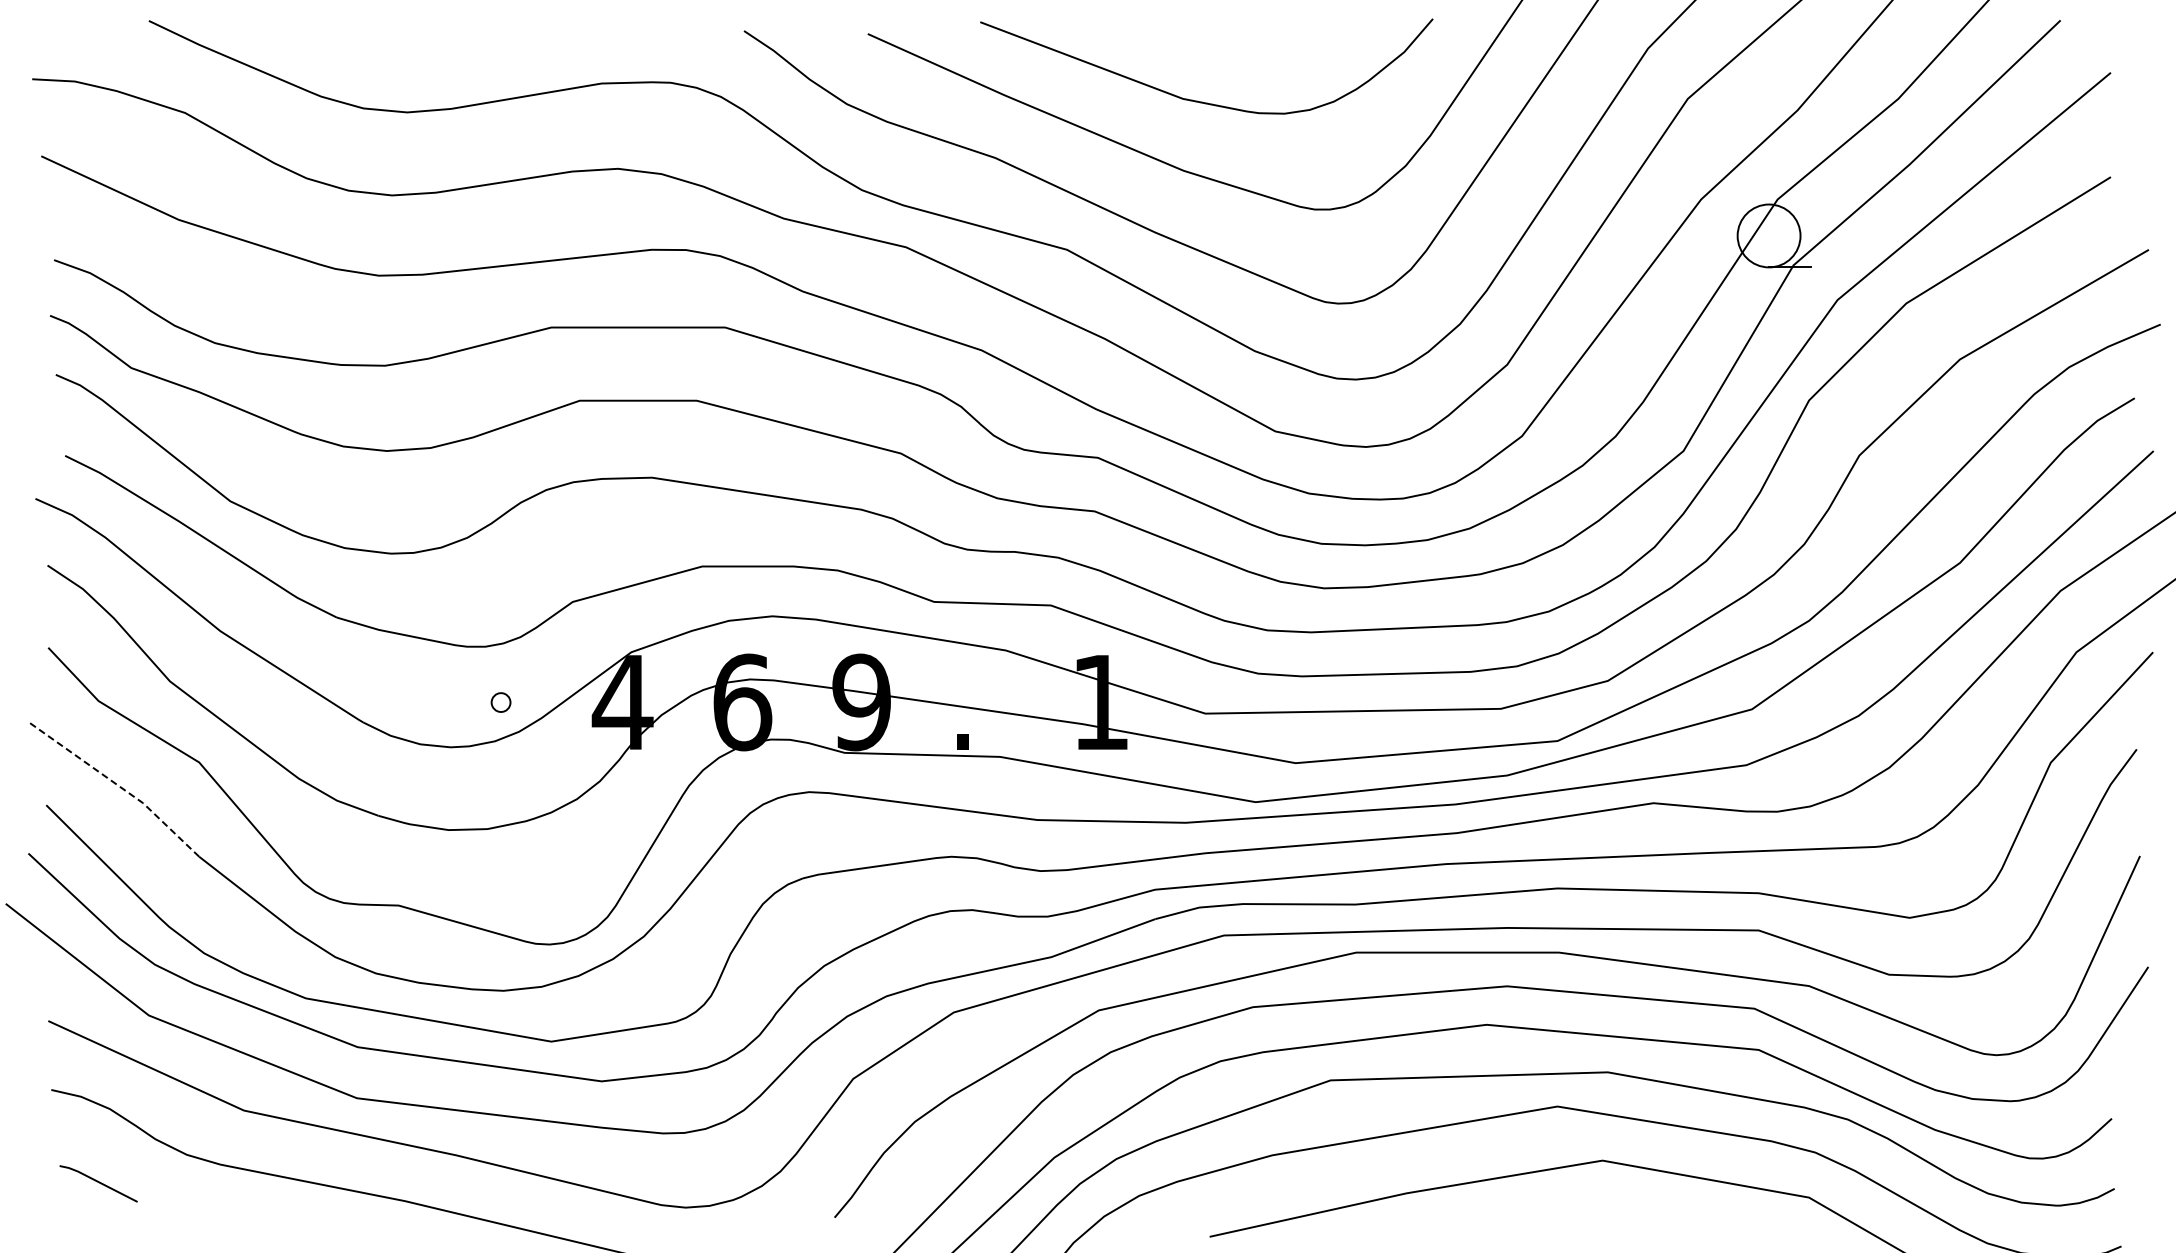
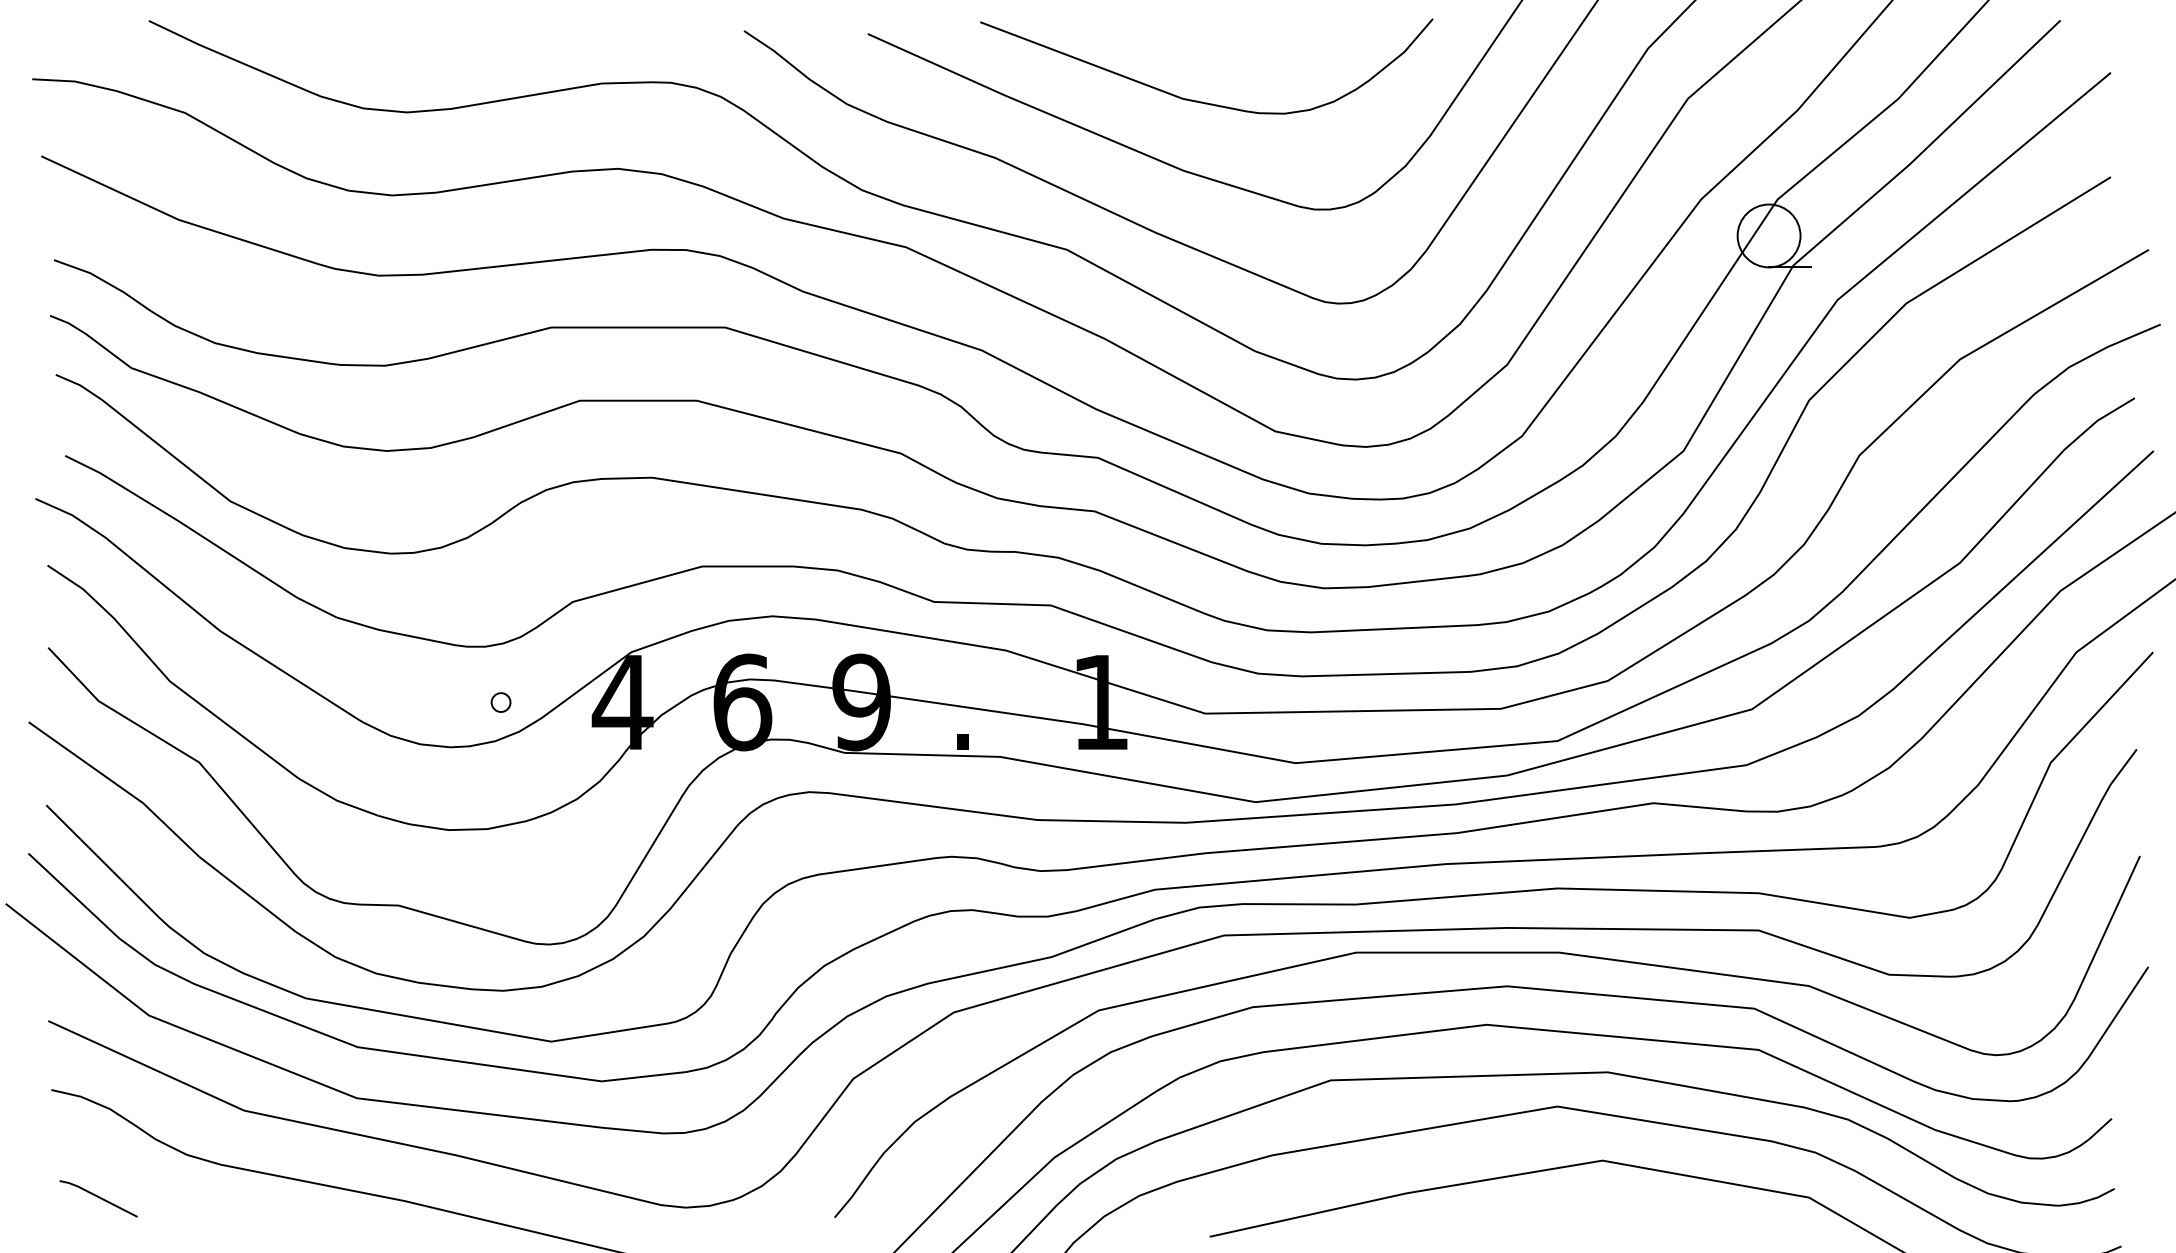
line at (117, 785): dashed -> solid
line at (98, 1182) position: (98, 1182) -> (98, 1197)
